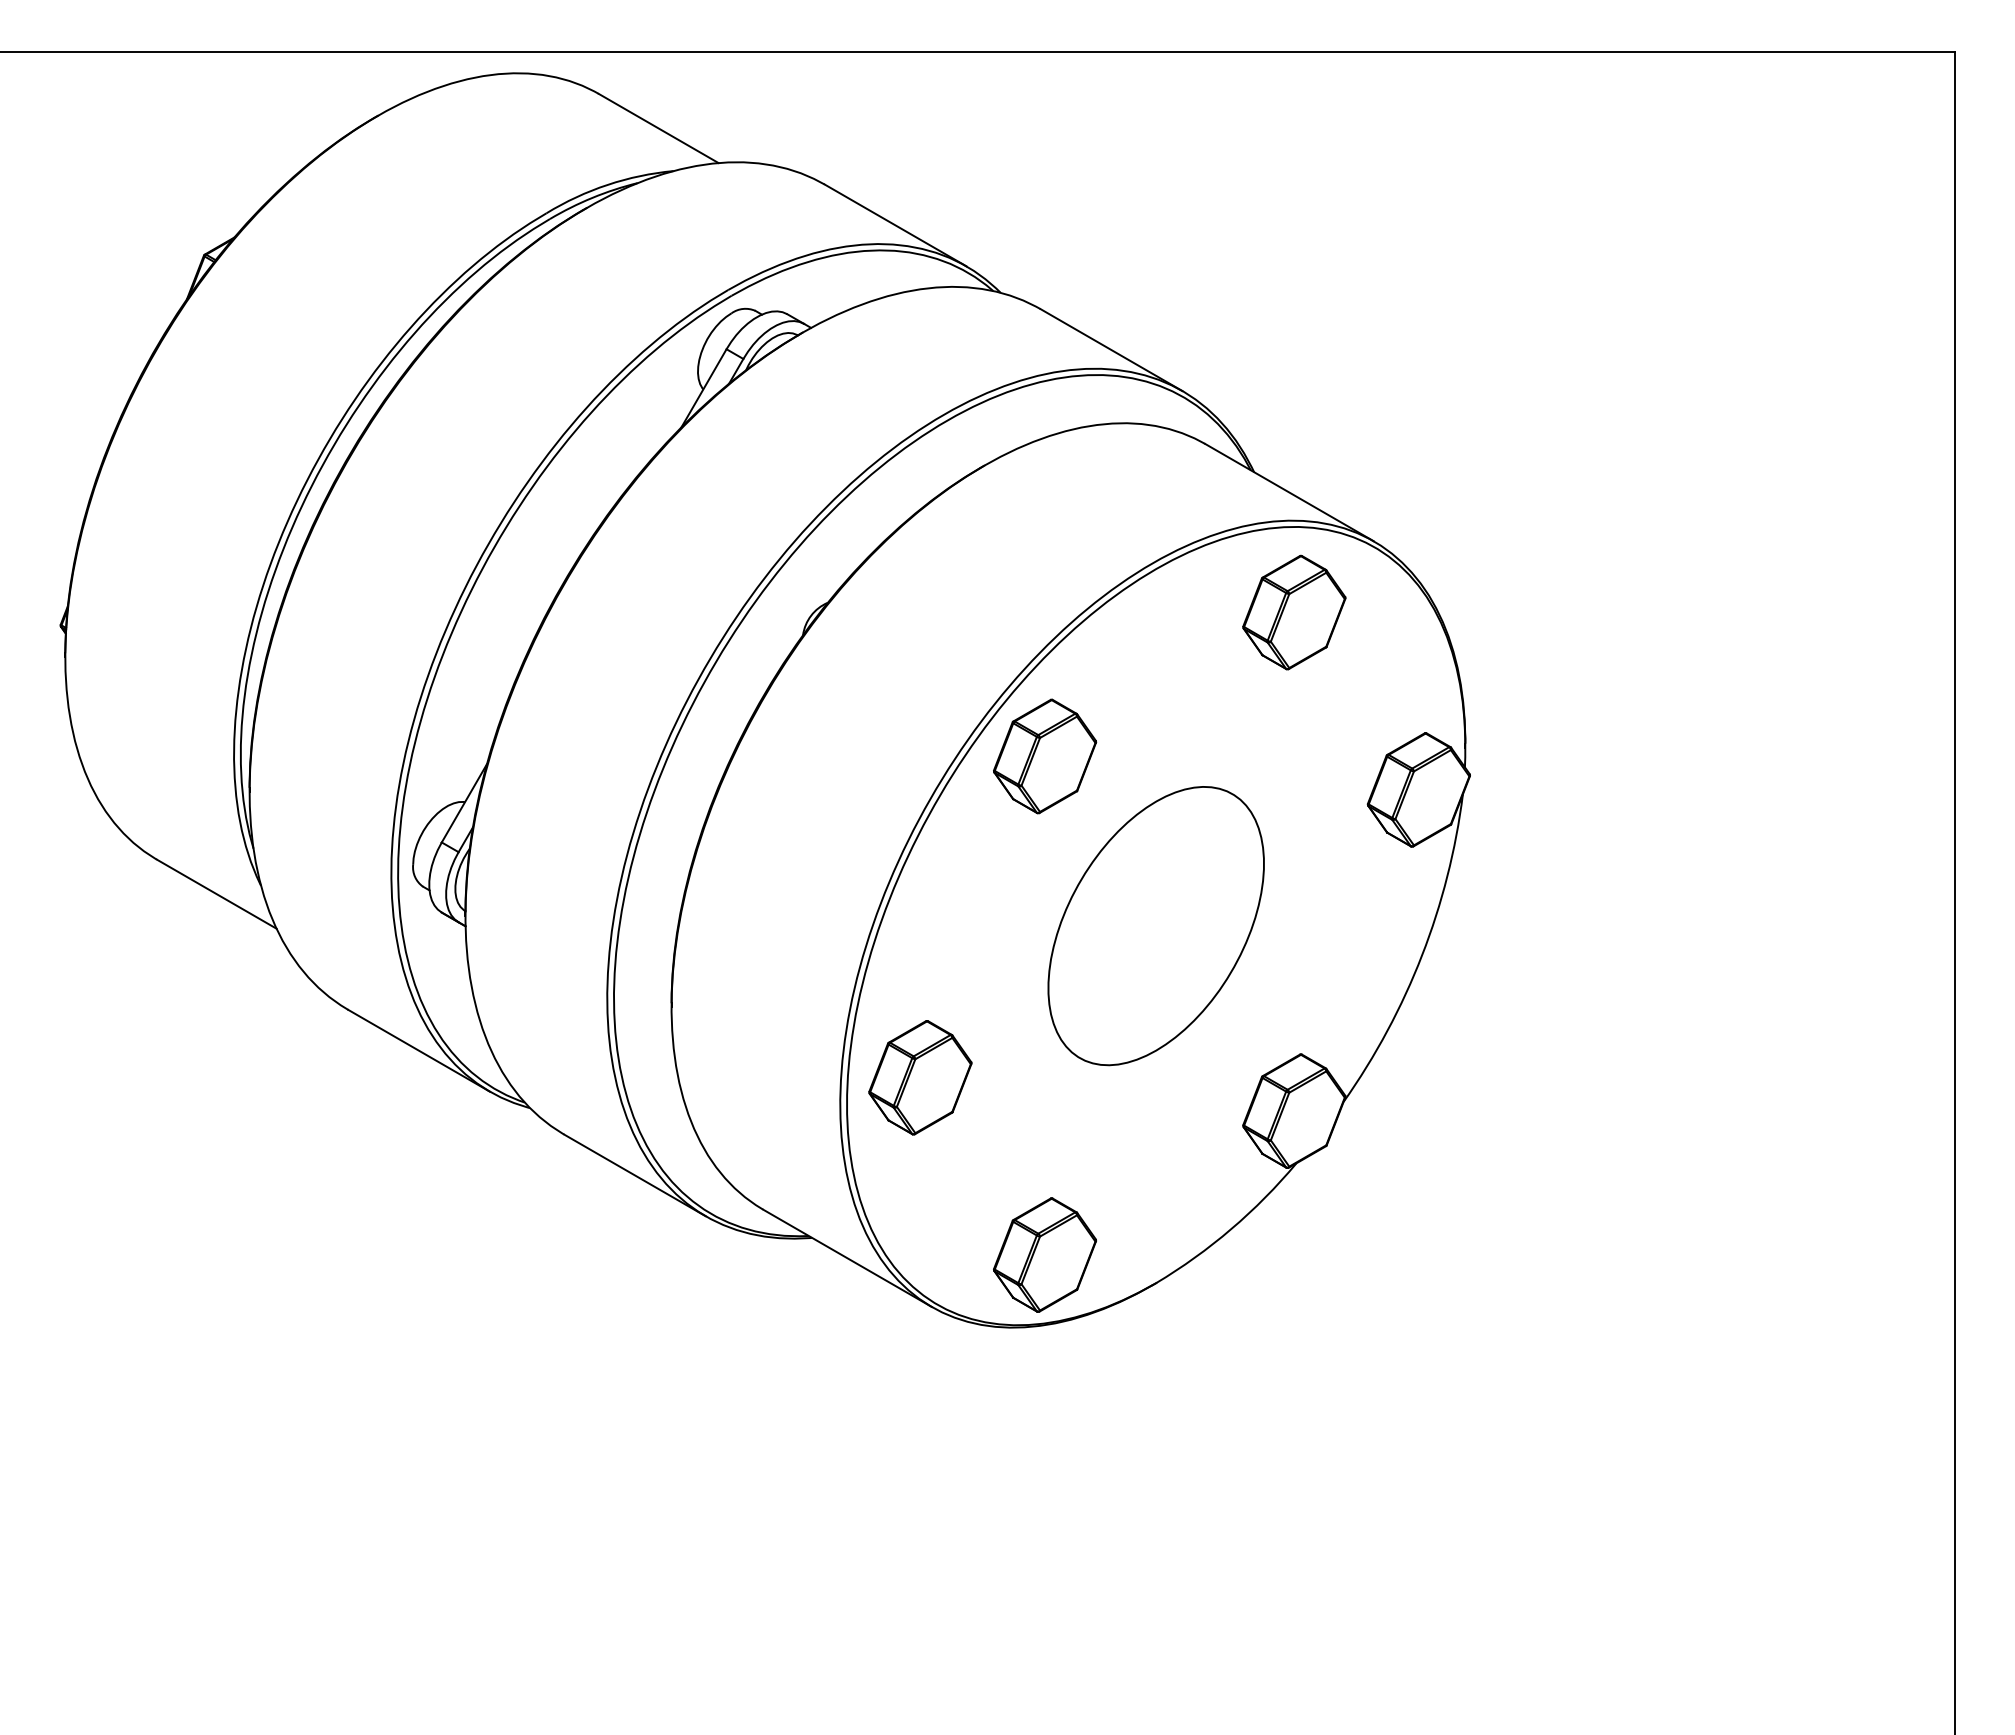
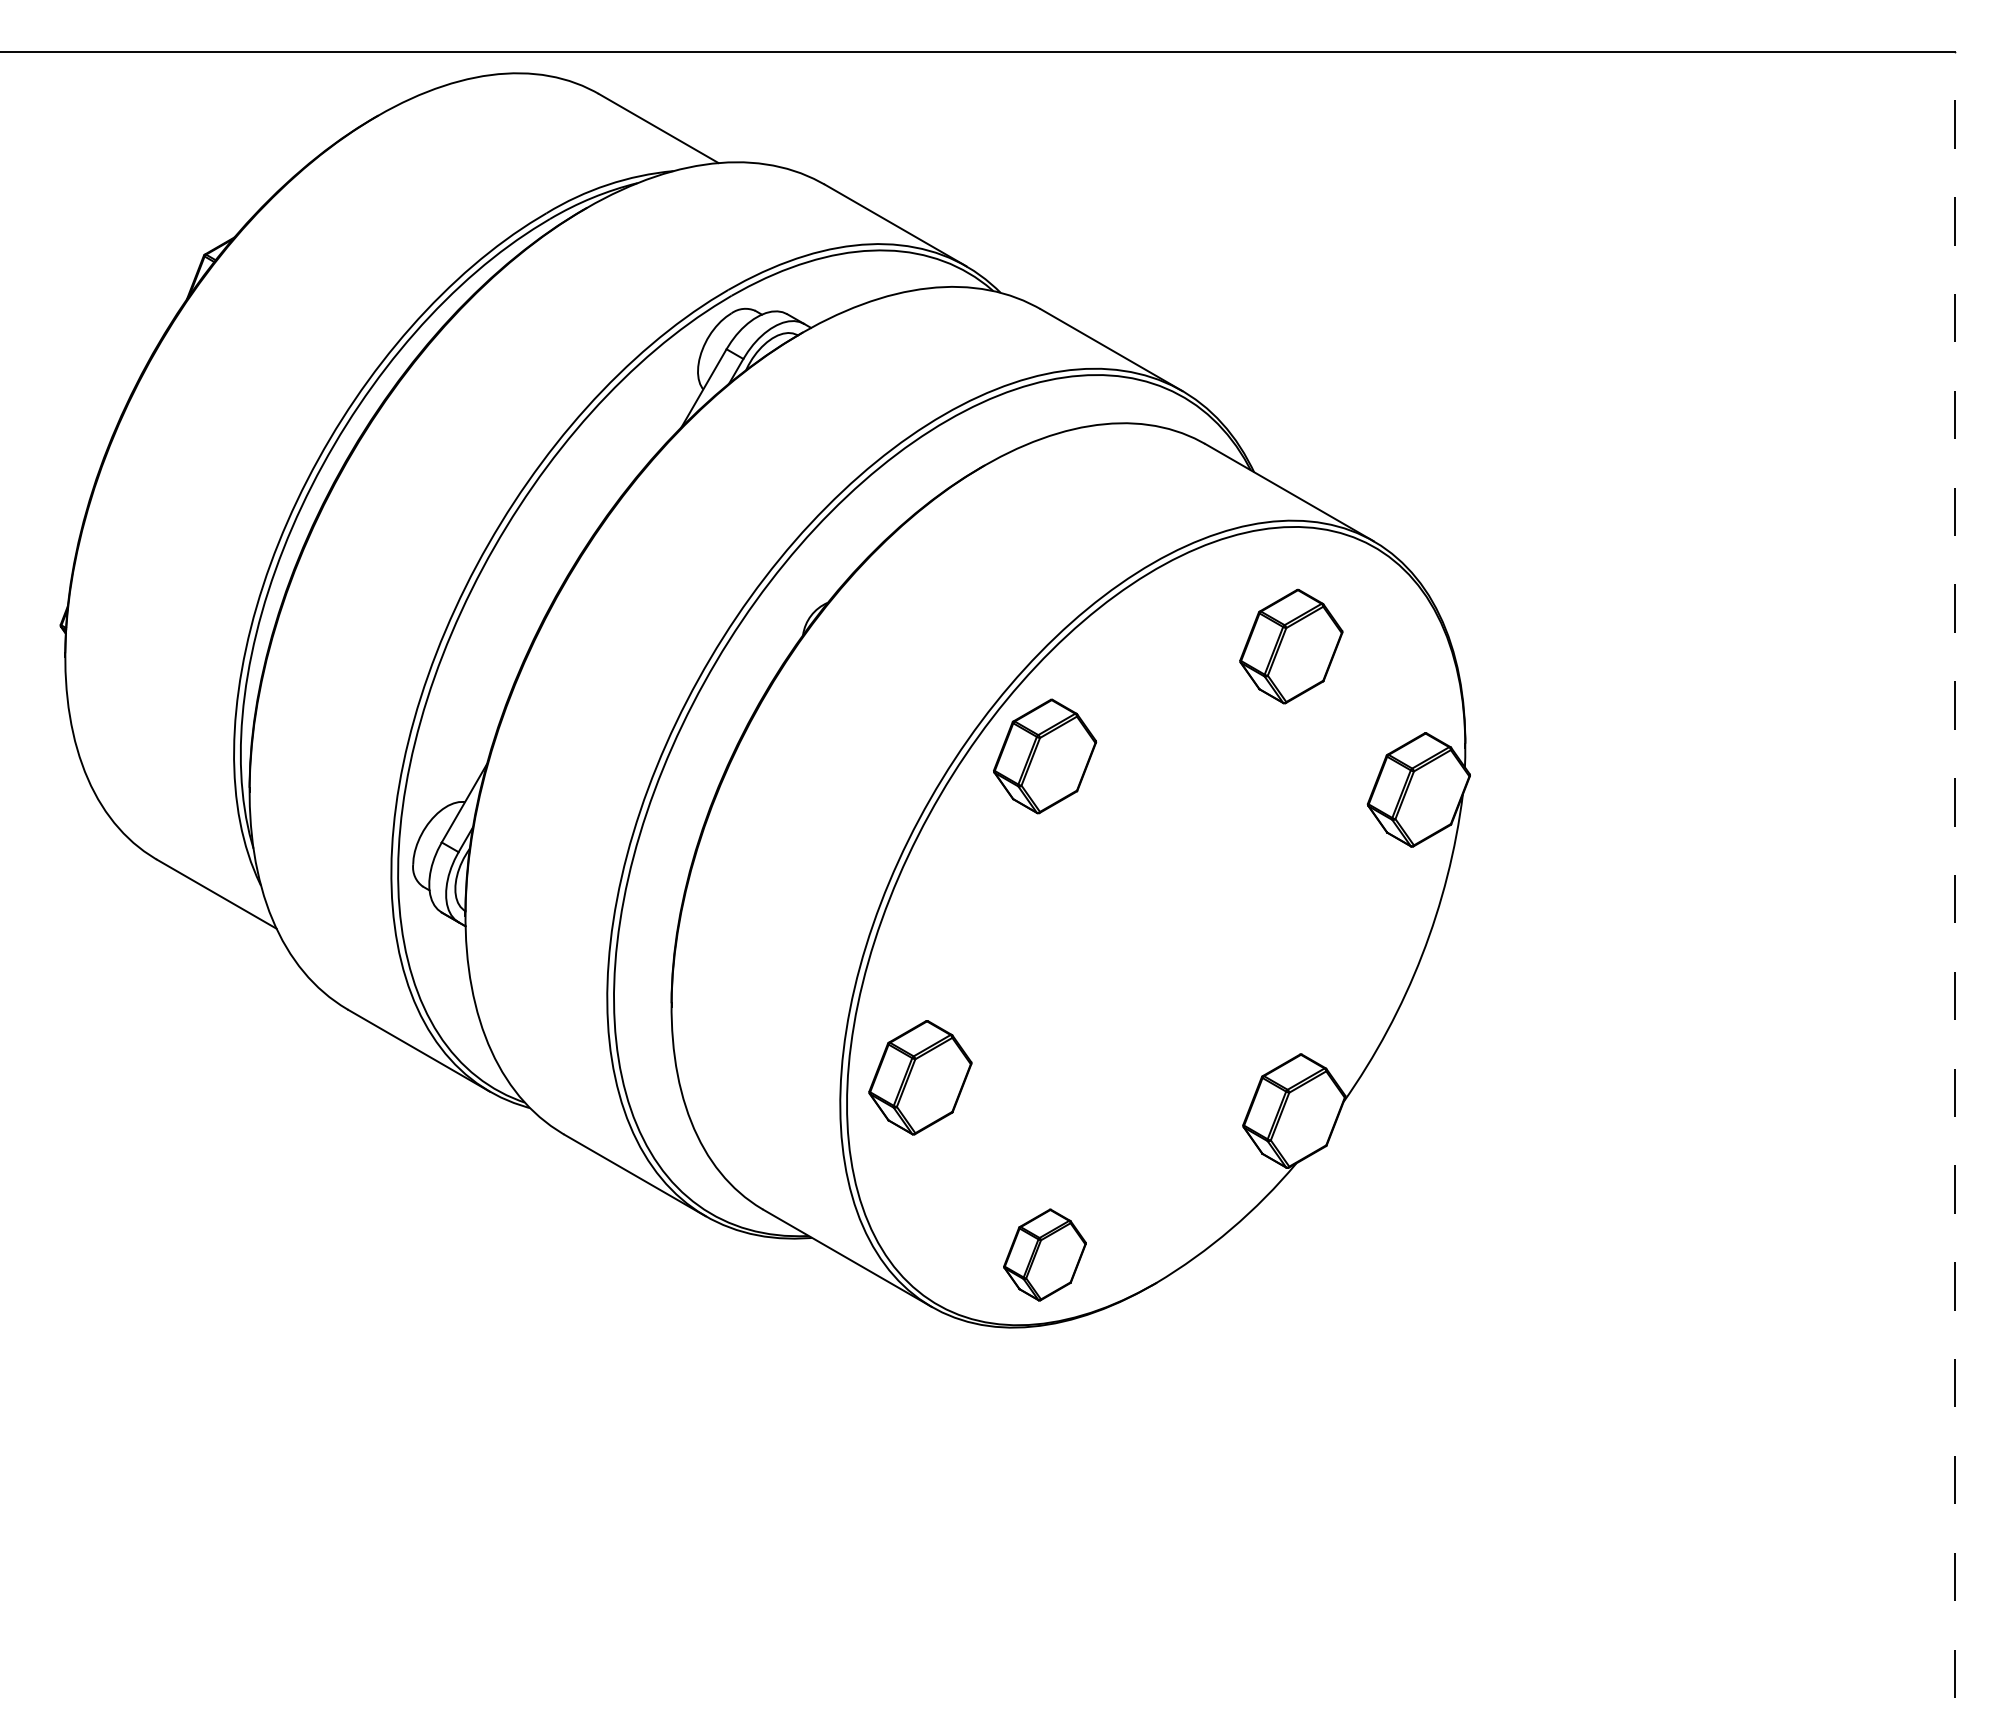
part at (1294, 612) position: (1294, 612) -> (1291, 646)
line at (1954, 892): solid -> dashed
part at (1155, 926): present -> none
part at (1044, 1254) size: 104x116 px -> 84x94 px
